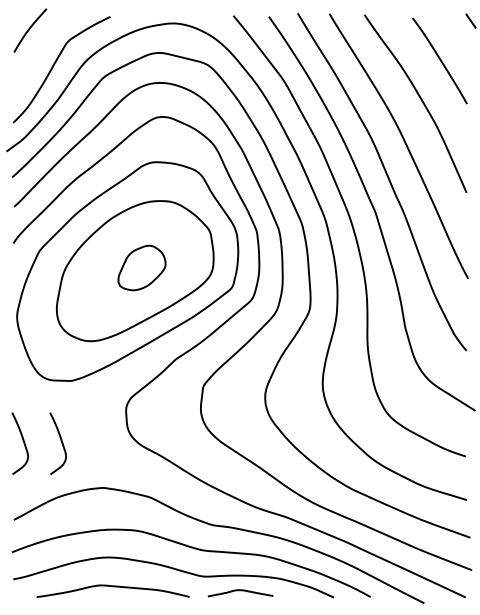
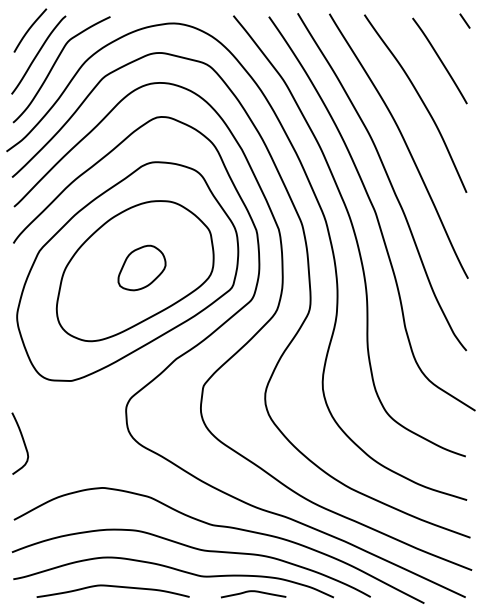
line at (470, 20) position: (470, 20) -> (464, 20)
curve at (38, 54): none -> present
curve at (61, 443): present -> none
curve at (240, 591) position: (240, 591) -> (253, 592)
